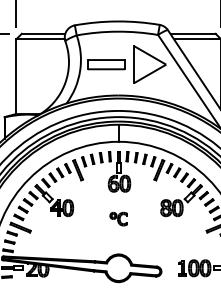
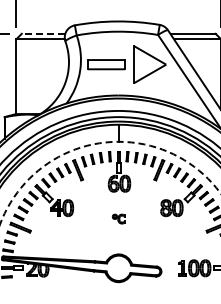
line at (43, 33): solid -> dashed
circle at (110, 182): solid -> dashed
part at (118, 218) size: 19x16 px -> 14x12 px
